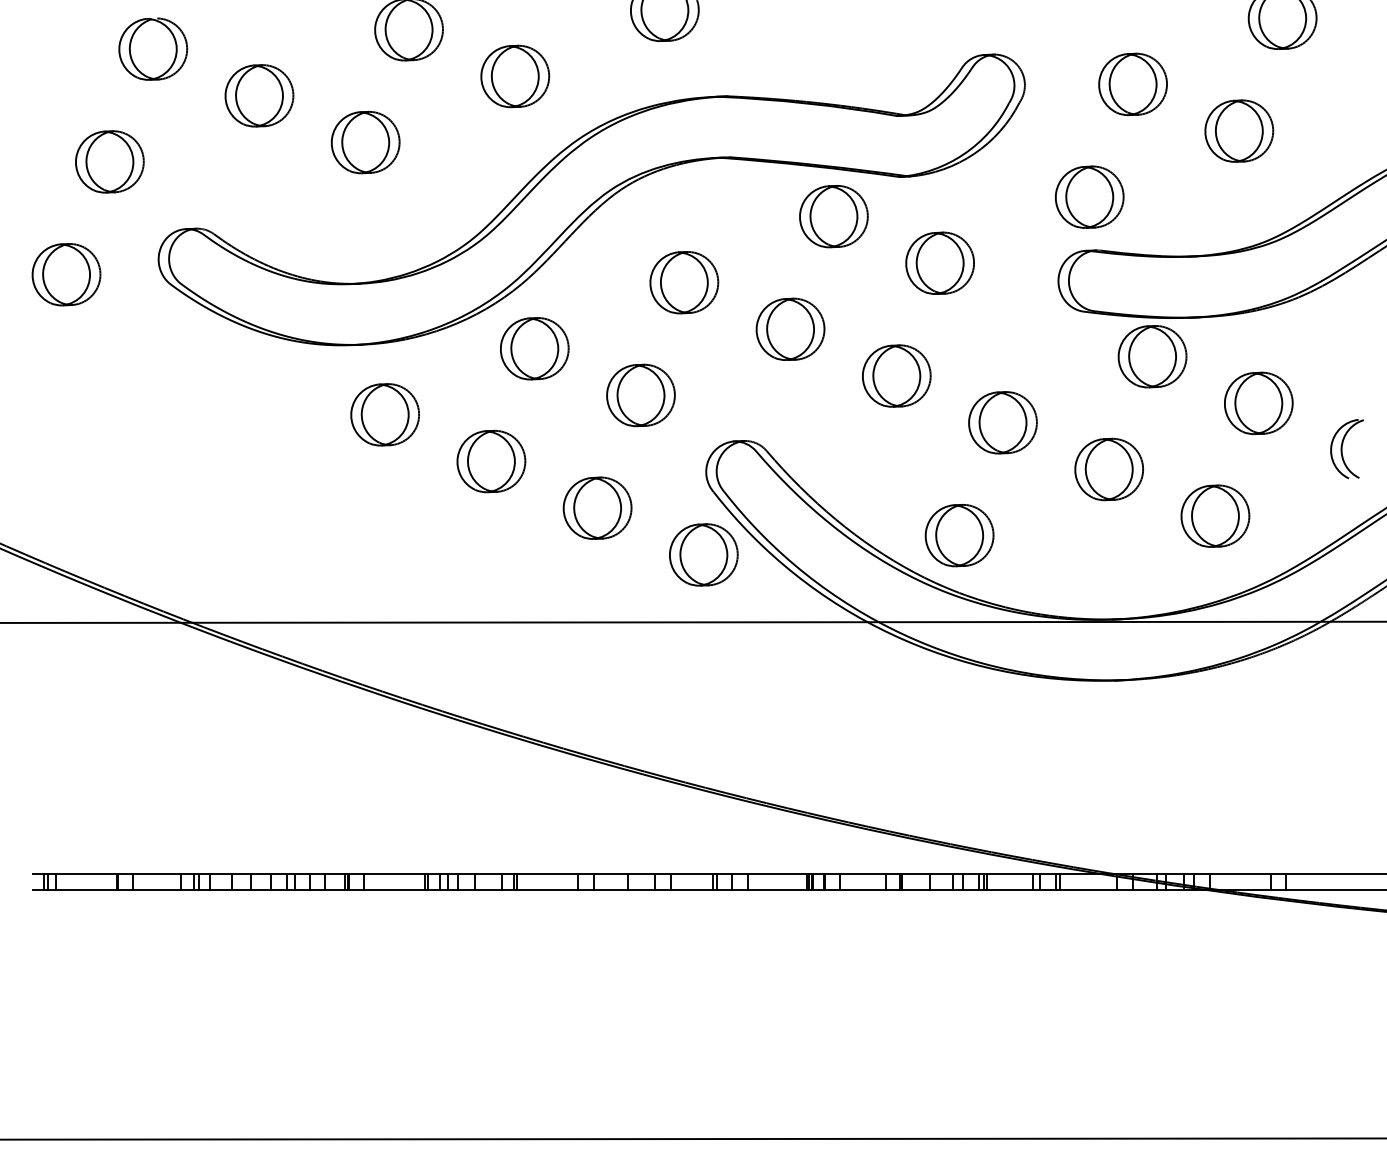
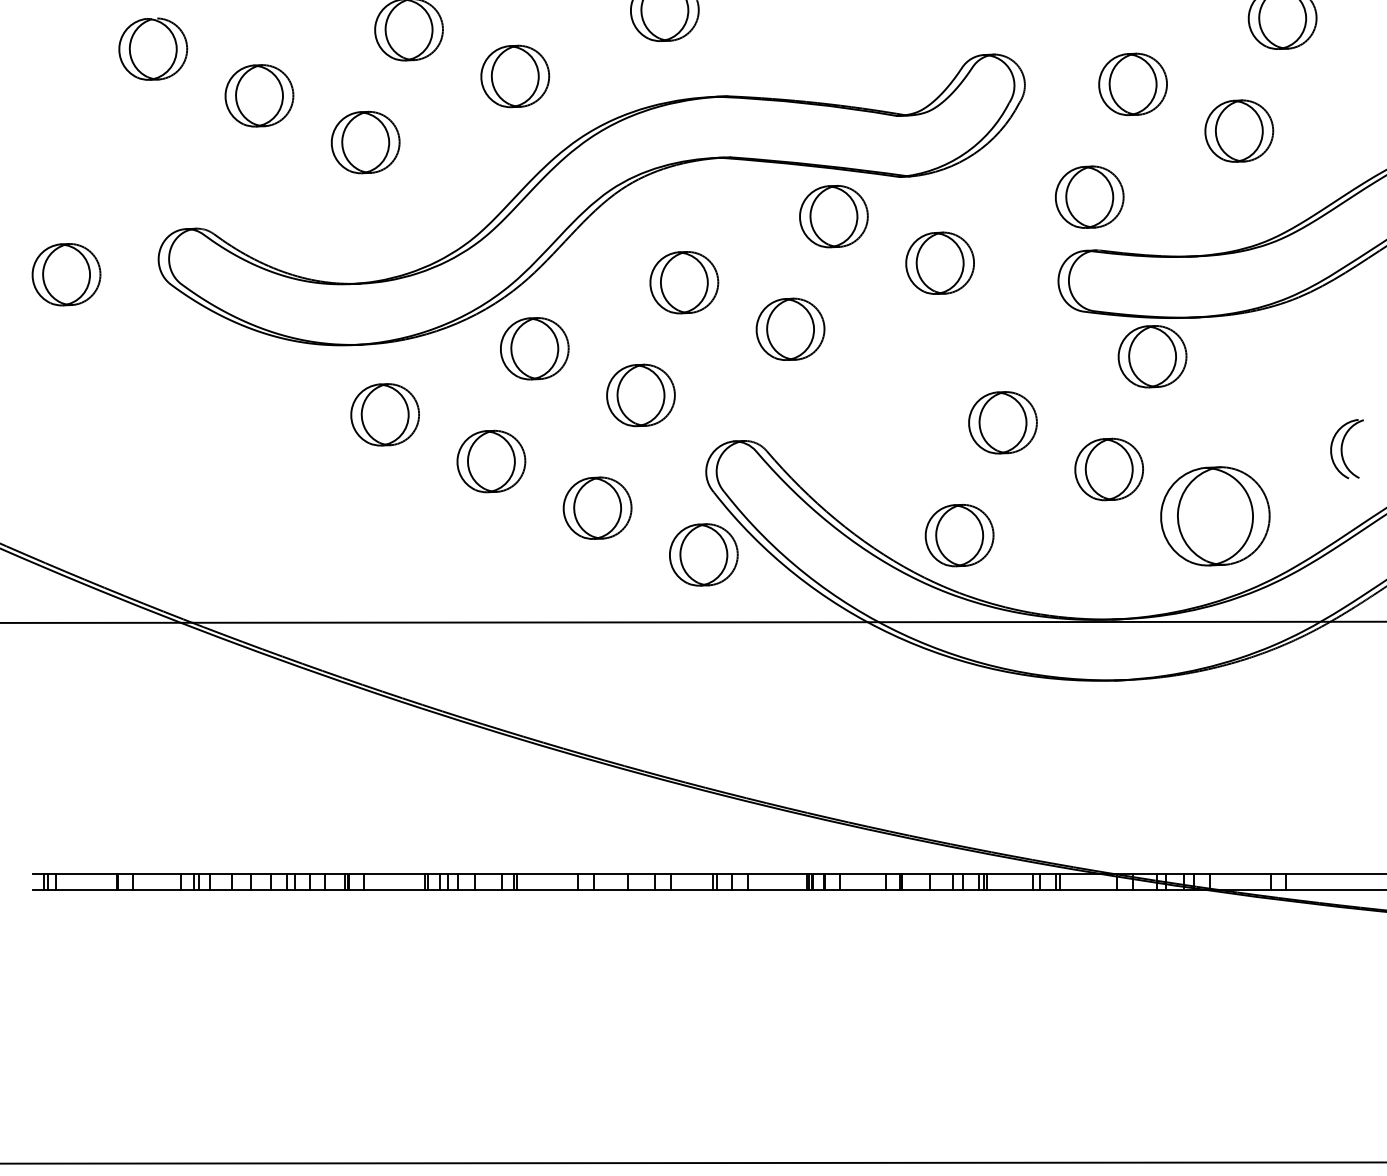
part at (109, 161): present -> none
part at (896, 375): present -> none
part at (1258, 402): present -> none
part at (1215, 515) size: 71x64 px -> 111x101 px
line at (692, 1138) position: (692, 1138) -> (692, 1162)
